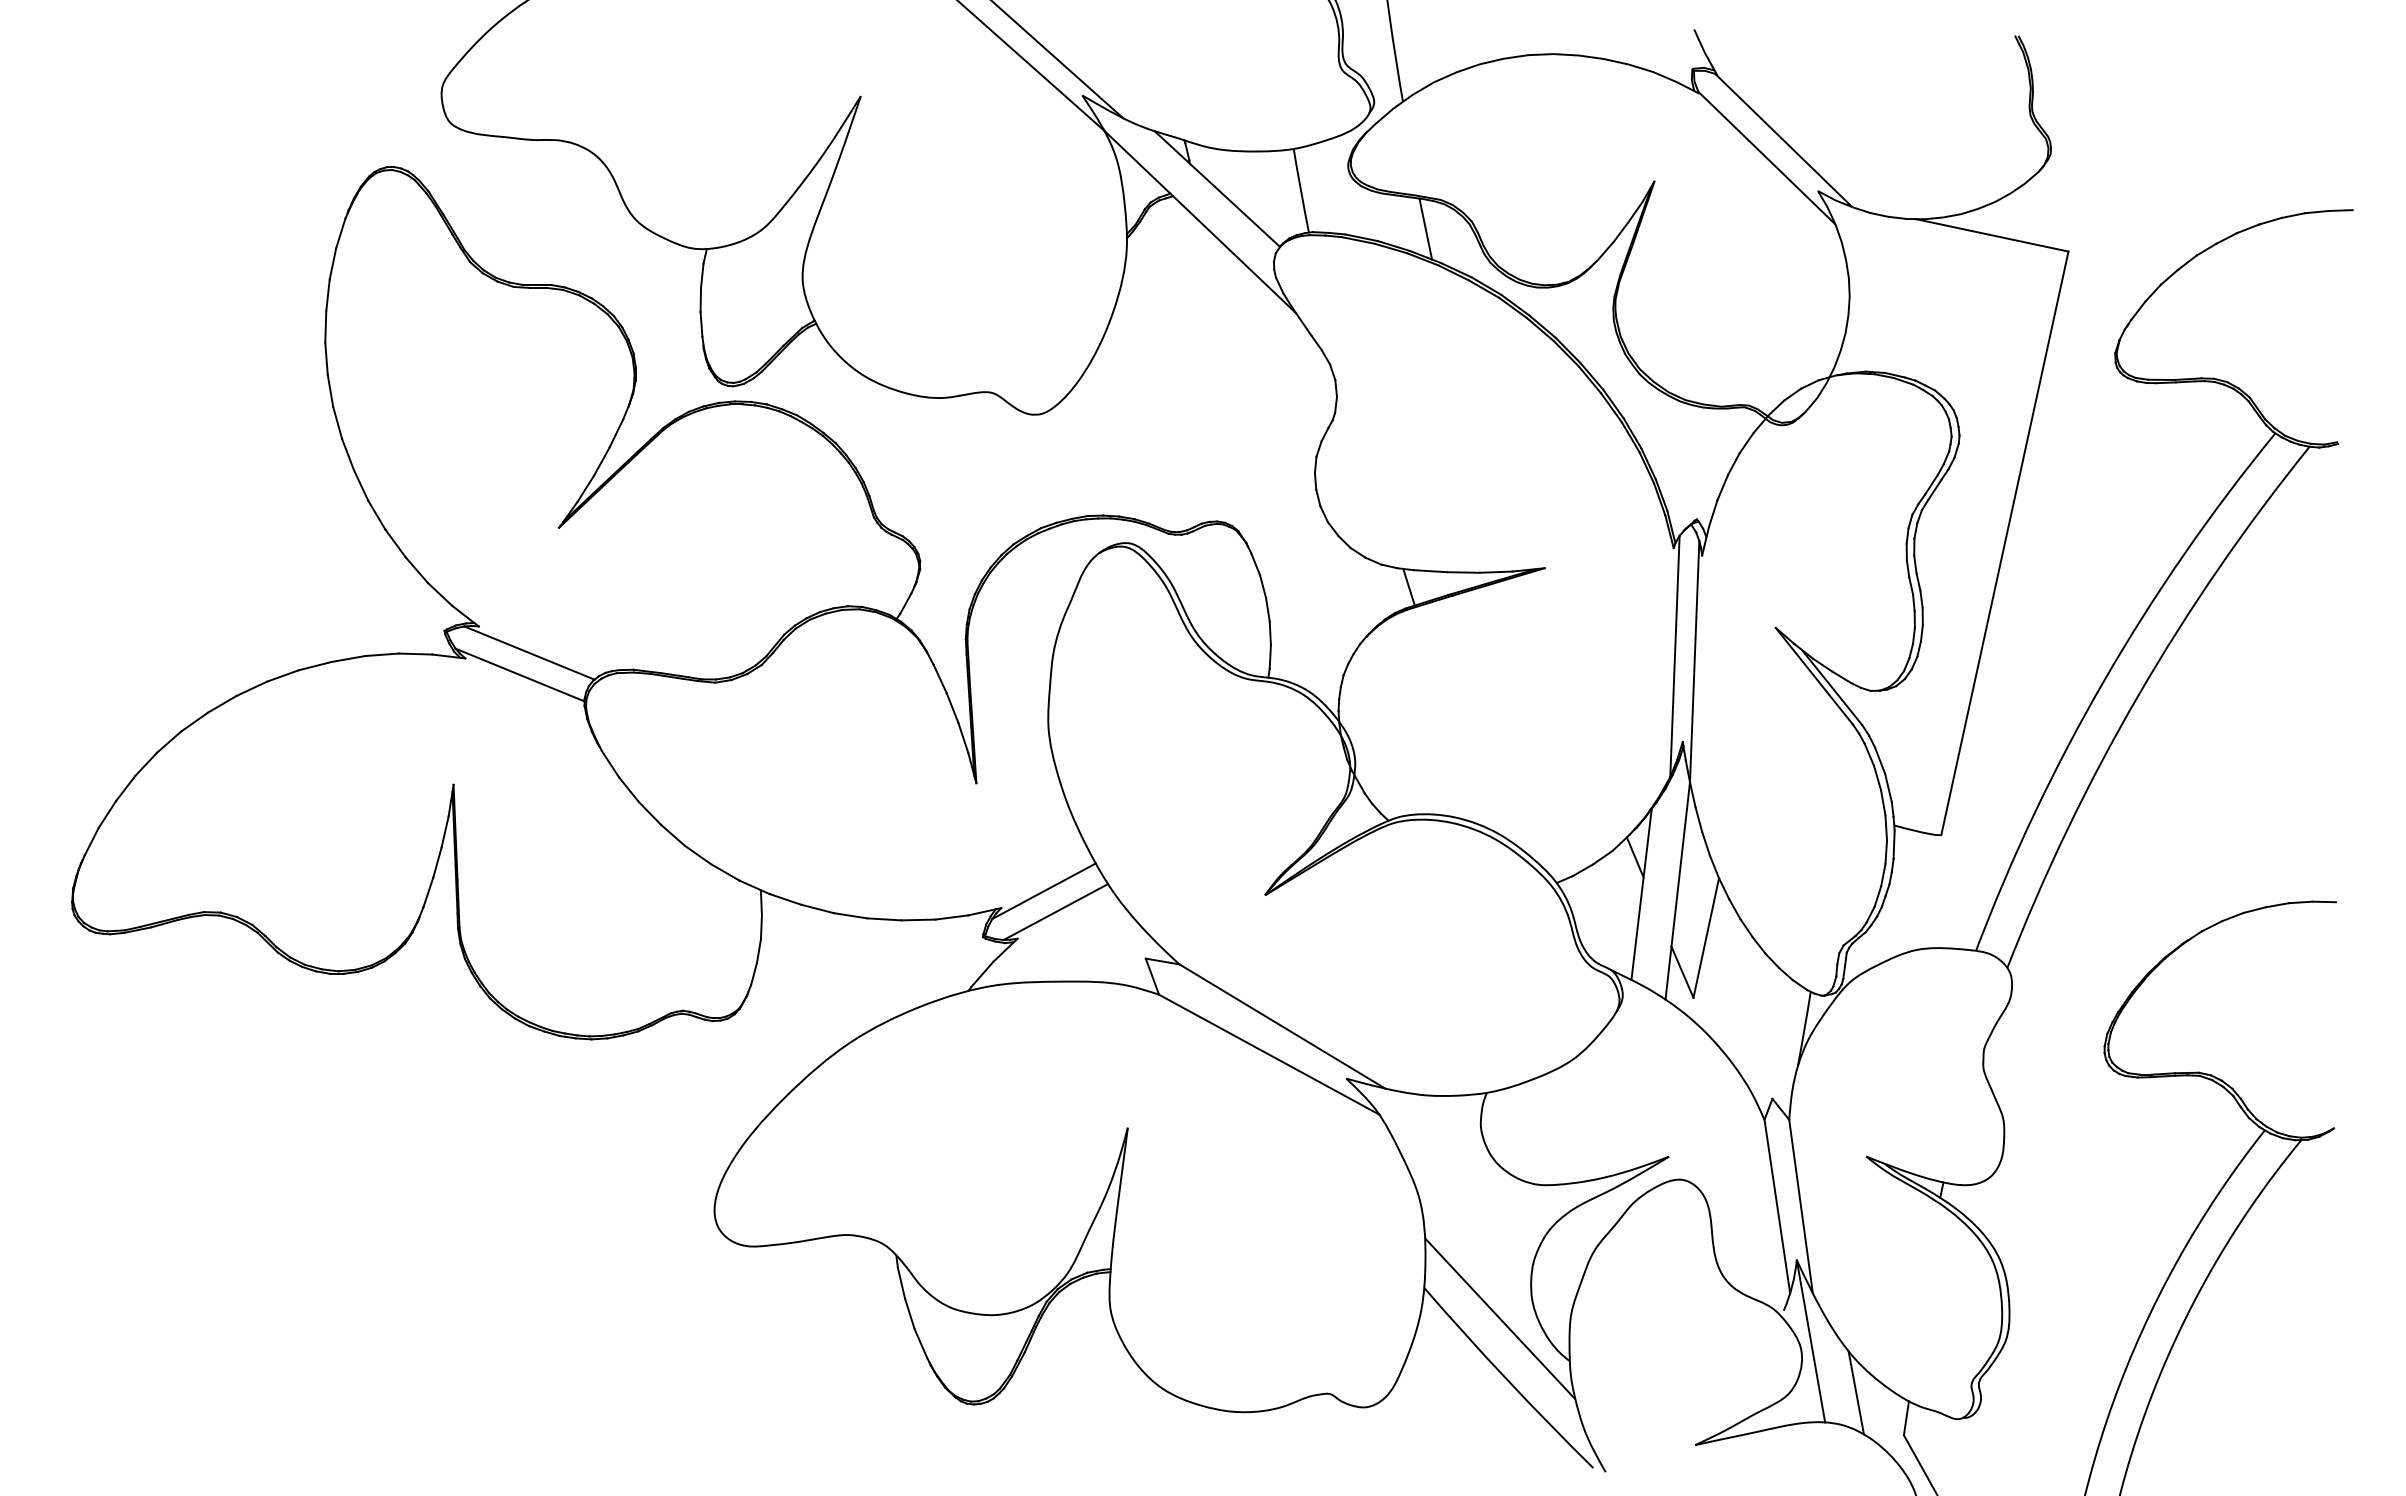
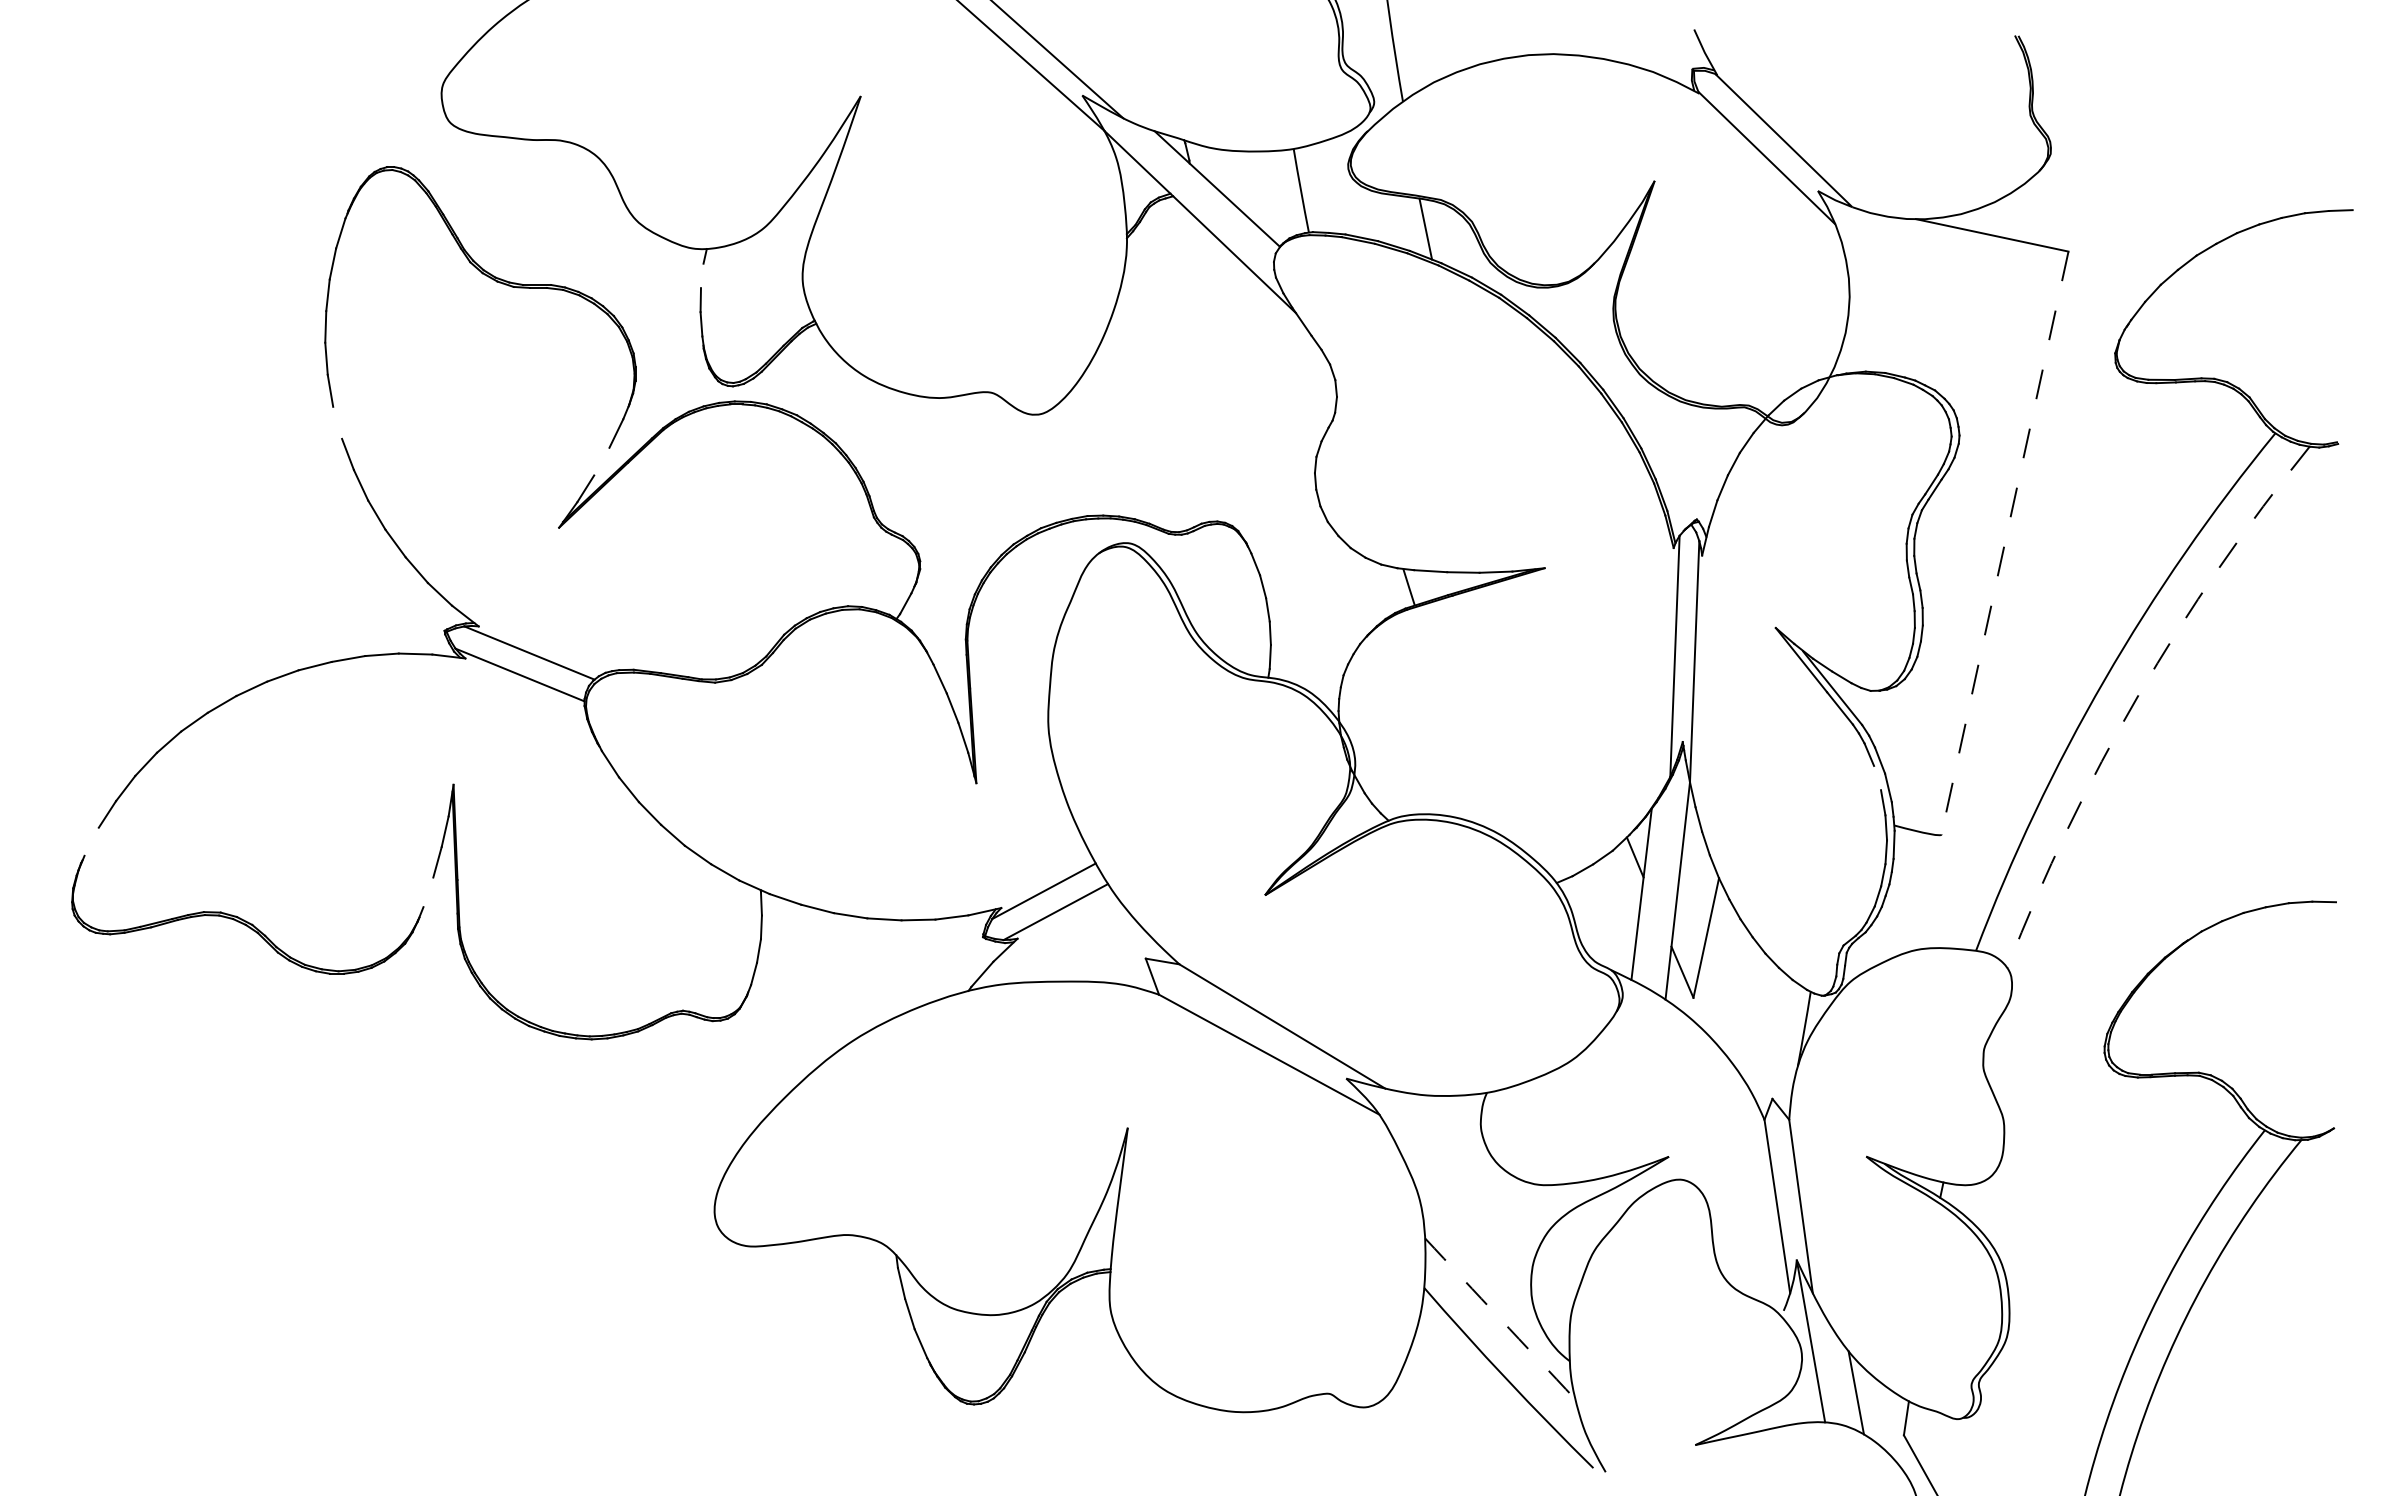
line at (702, 275): present -> none
line at (337, 422): present -> none
line at (601, 461): present -> none
line at (2004, 543): solid -> dashed
arc at (2138, 695): solid -> dashed
line at (1877, 777): present -> none
line at (91, 841): present -> none
line at (428, 892): present -> none
arc at (1500, 1318): solid -> dashed
